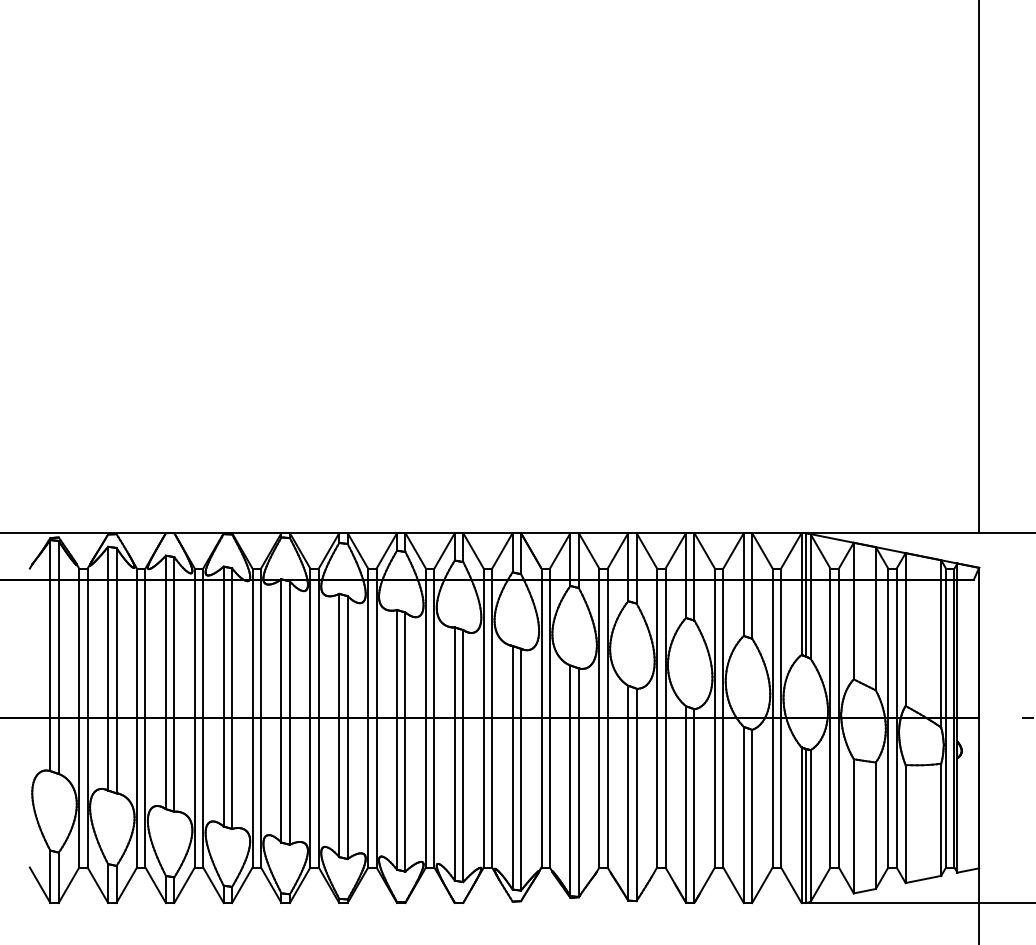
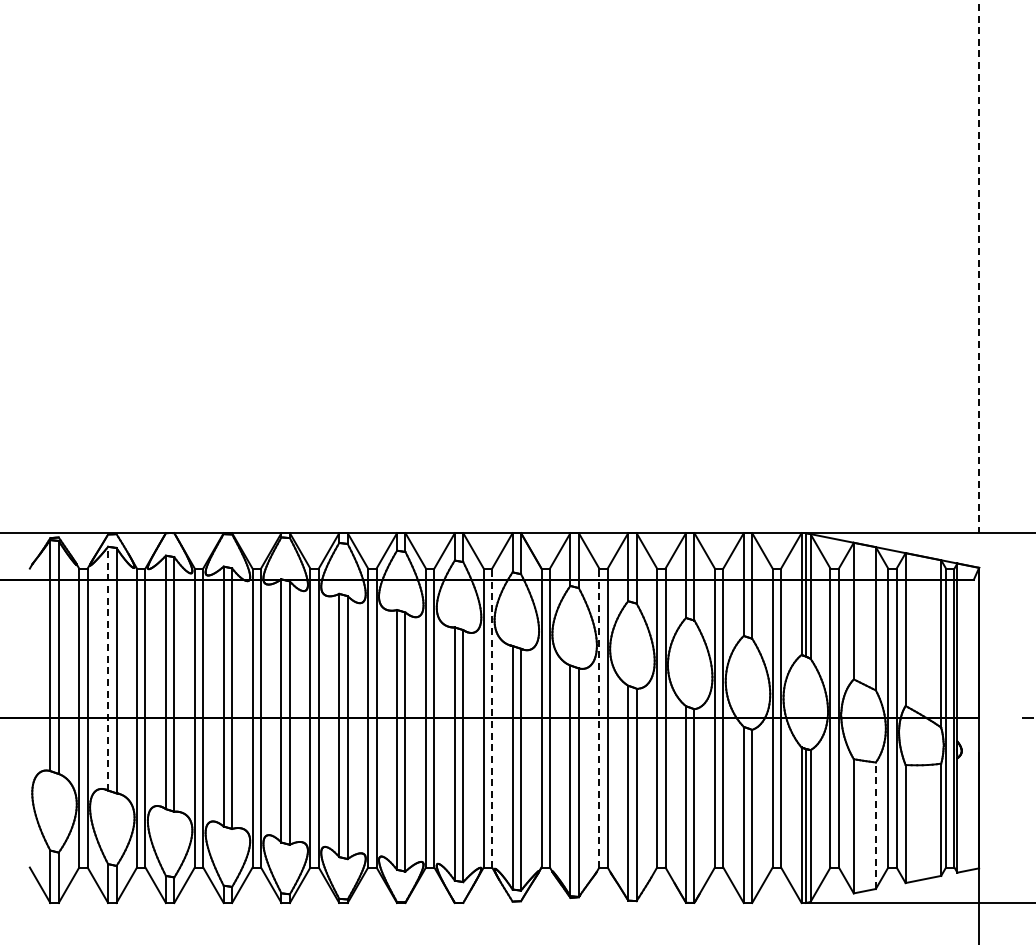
line at (979, 267): solid -> dashed
line at (108, 668): solid -> dashed
line at (492, 717): solid -> dashed
line at (599, 717): solid -> dashed
line at (875, 825): solid -> dashed
